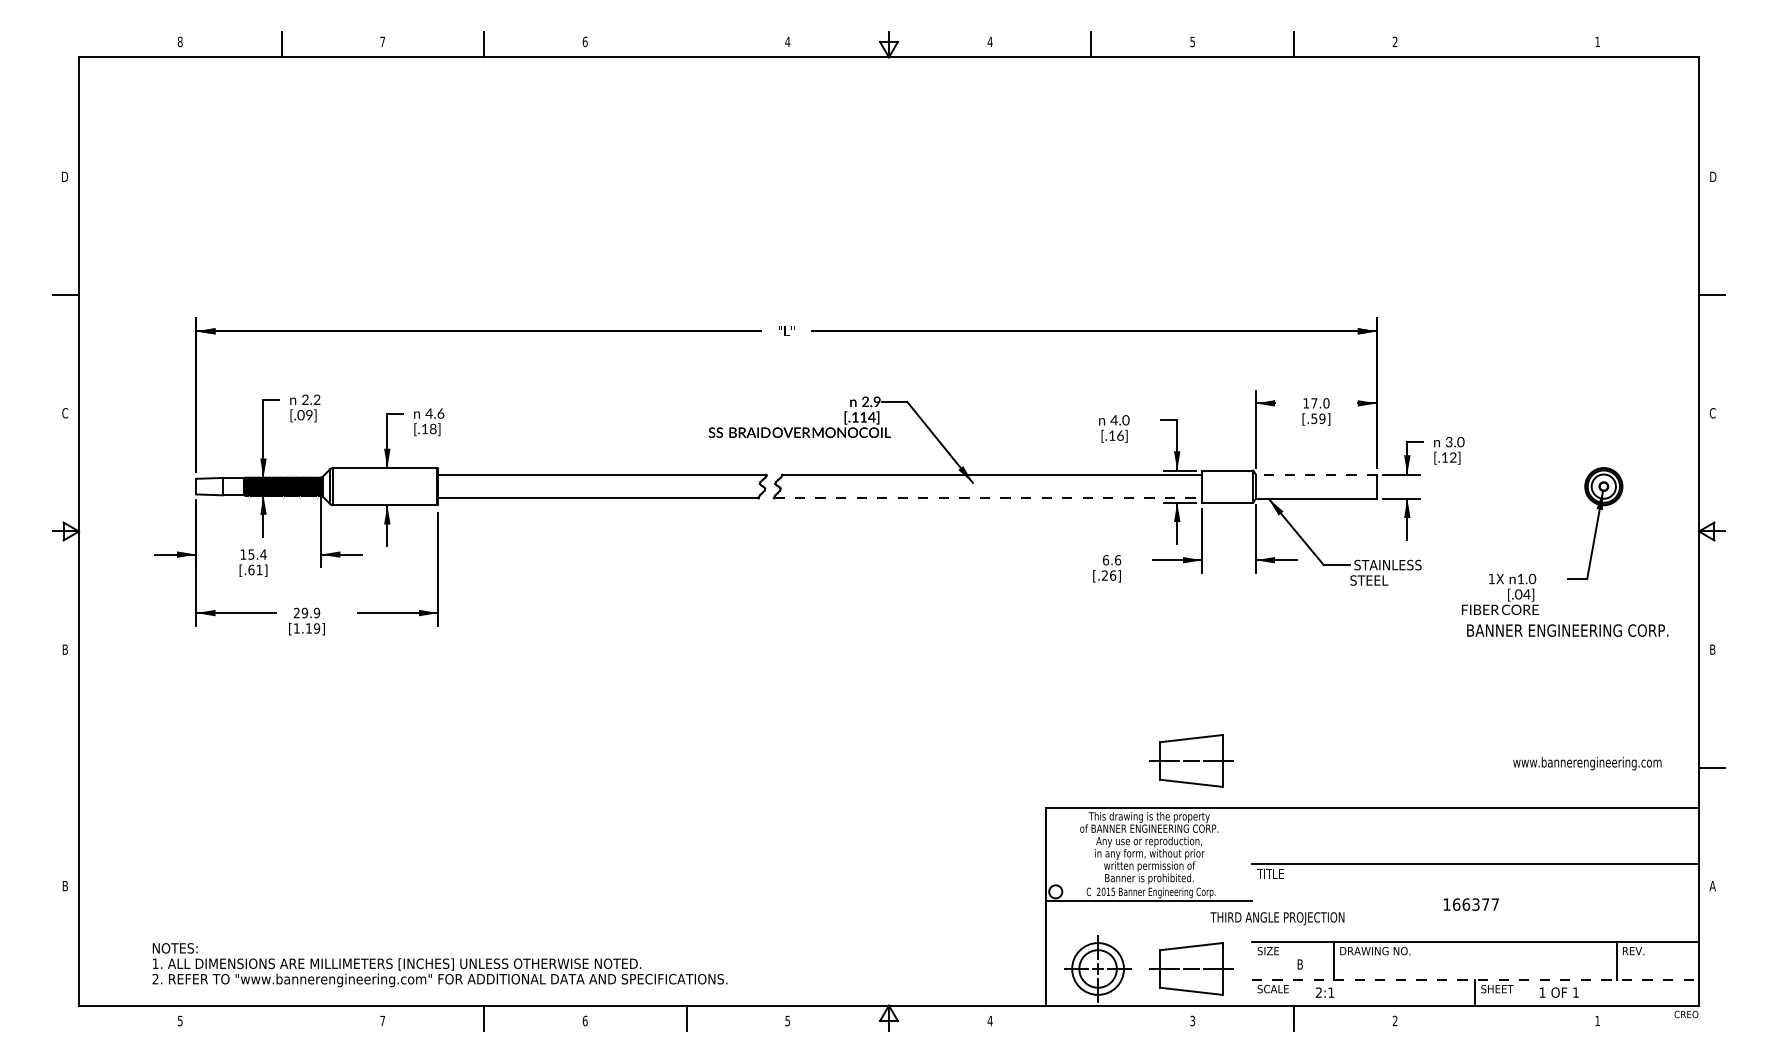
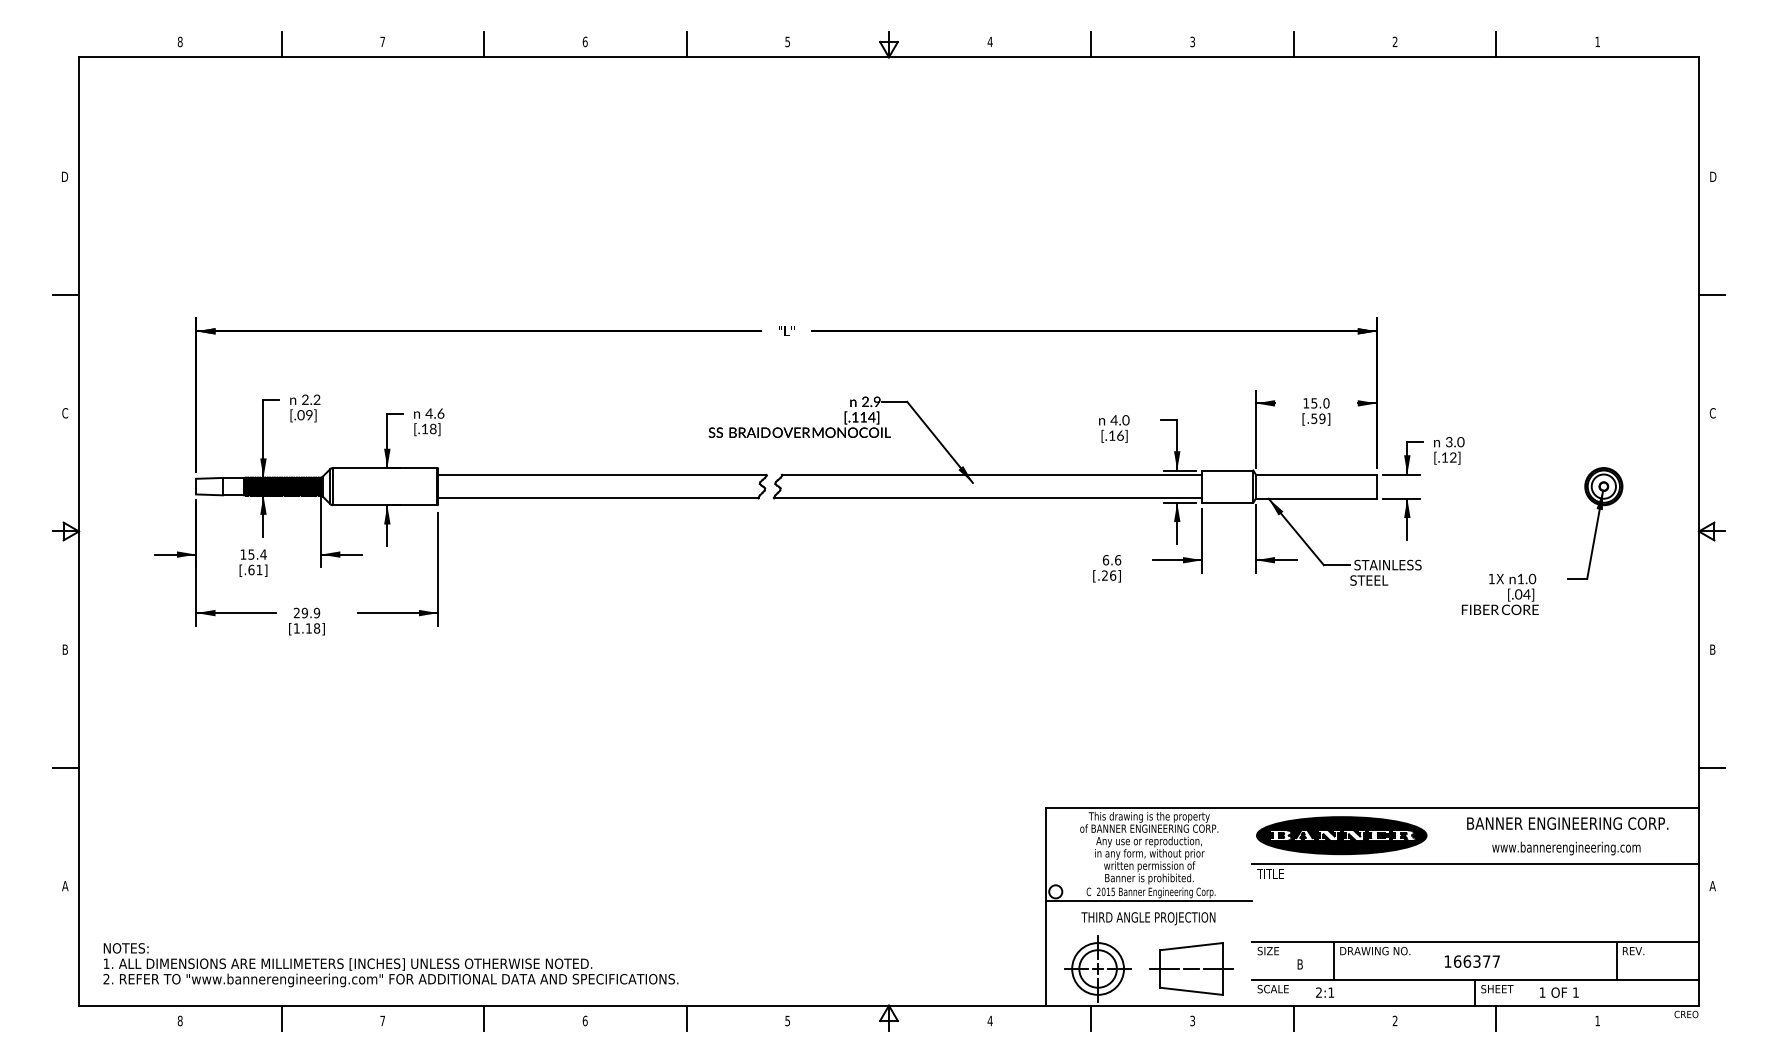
text at (787, 41): 4 -> 5
text at (1192, 41): 5 -> 3
line at (686, 44): none -> present
line at (1496, 44): none -> present
text at (1314, 403): 17.0 -> 15.0
line at (1316, 474): dashed -> solid
line at (988, 498): dashed -> solid
text at (316, 628): [1.19] -> [1.18]
text at (1567, 630) position: (1567, 630) -> (1567, 823)
part at (1191, 760): present -> none
text at (1587, 763) position: (1587, 763) -> (1566, 848)
line at (66, 767): none -> present
part at (1341, 835): none -> present
text at (65, 886): B -> A
text at (1470, 904) position: (1470, 904) -> (1471, 961)
text at (1277, 918) position: (1277, 918) -> (1148, 918)
text at (439, 965) position: (439, 965) -> (390, 965)
line at (1475, 979): dashed -> solid
line at (281, 1018): none -> present
line at (1091, 1018): none -> present
line at (1496, 1018): none -> present
text at (179, 1020): 5 -> 8
